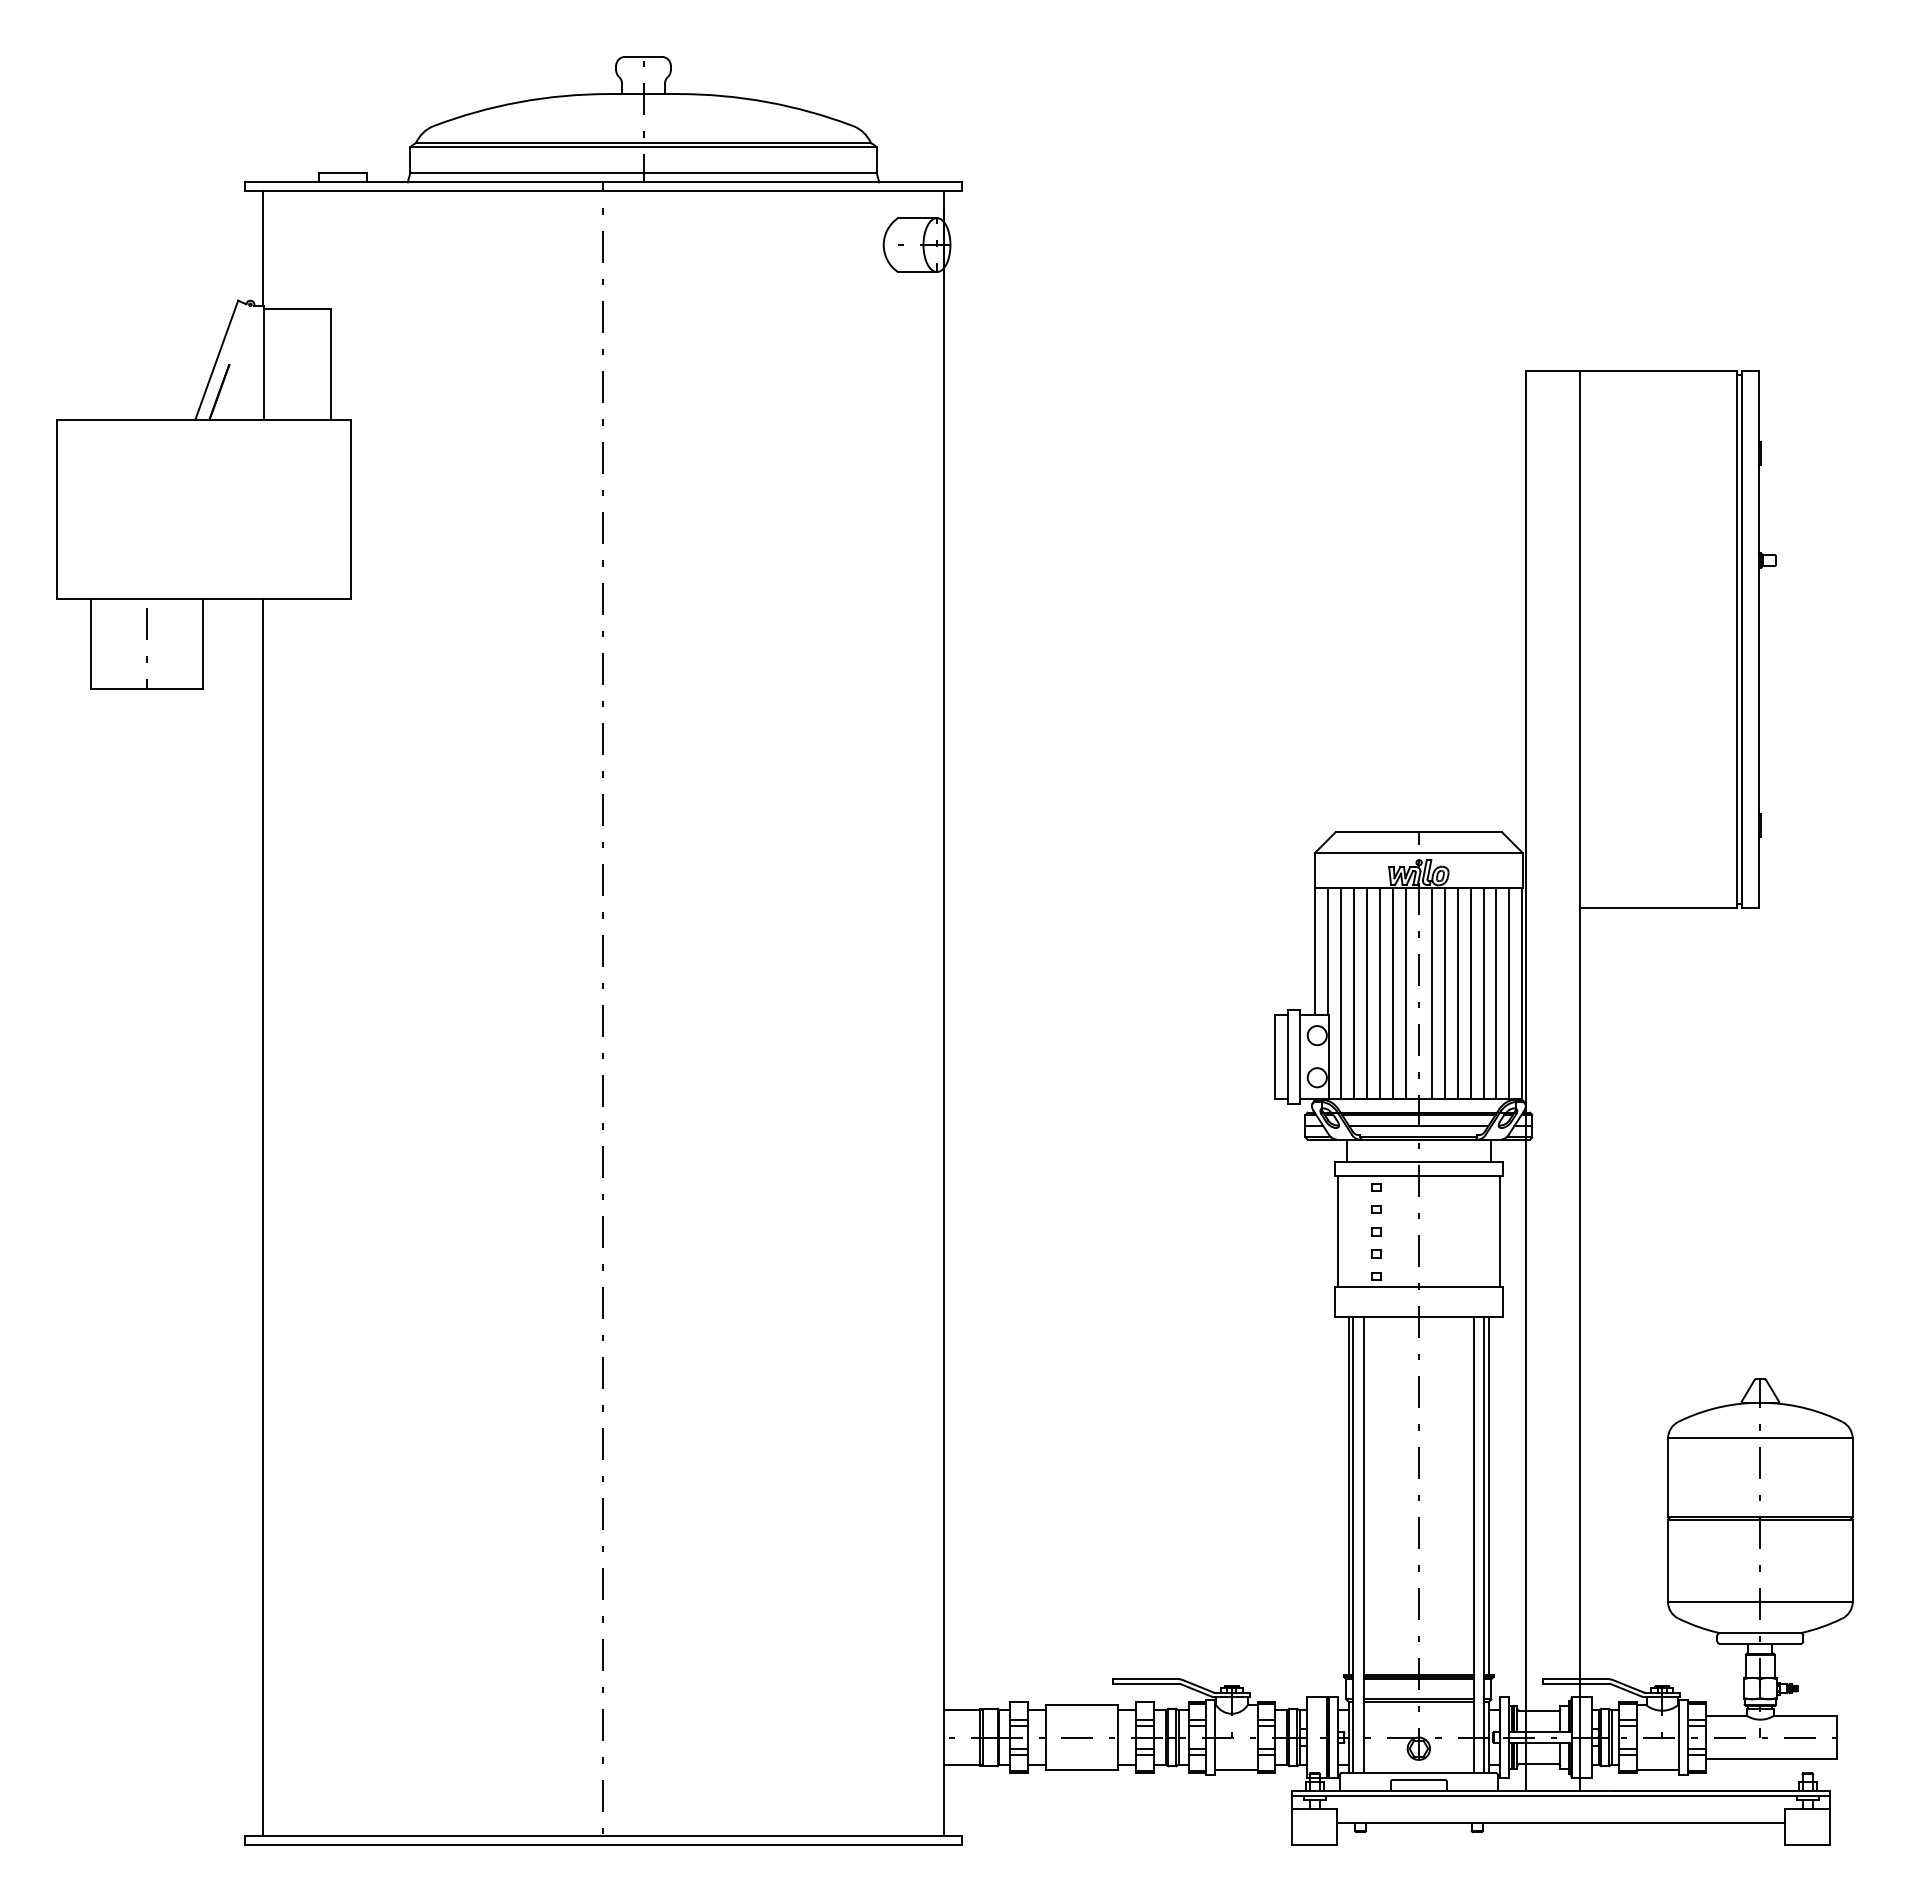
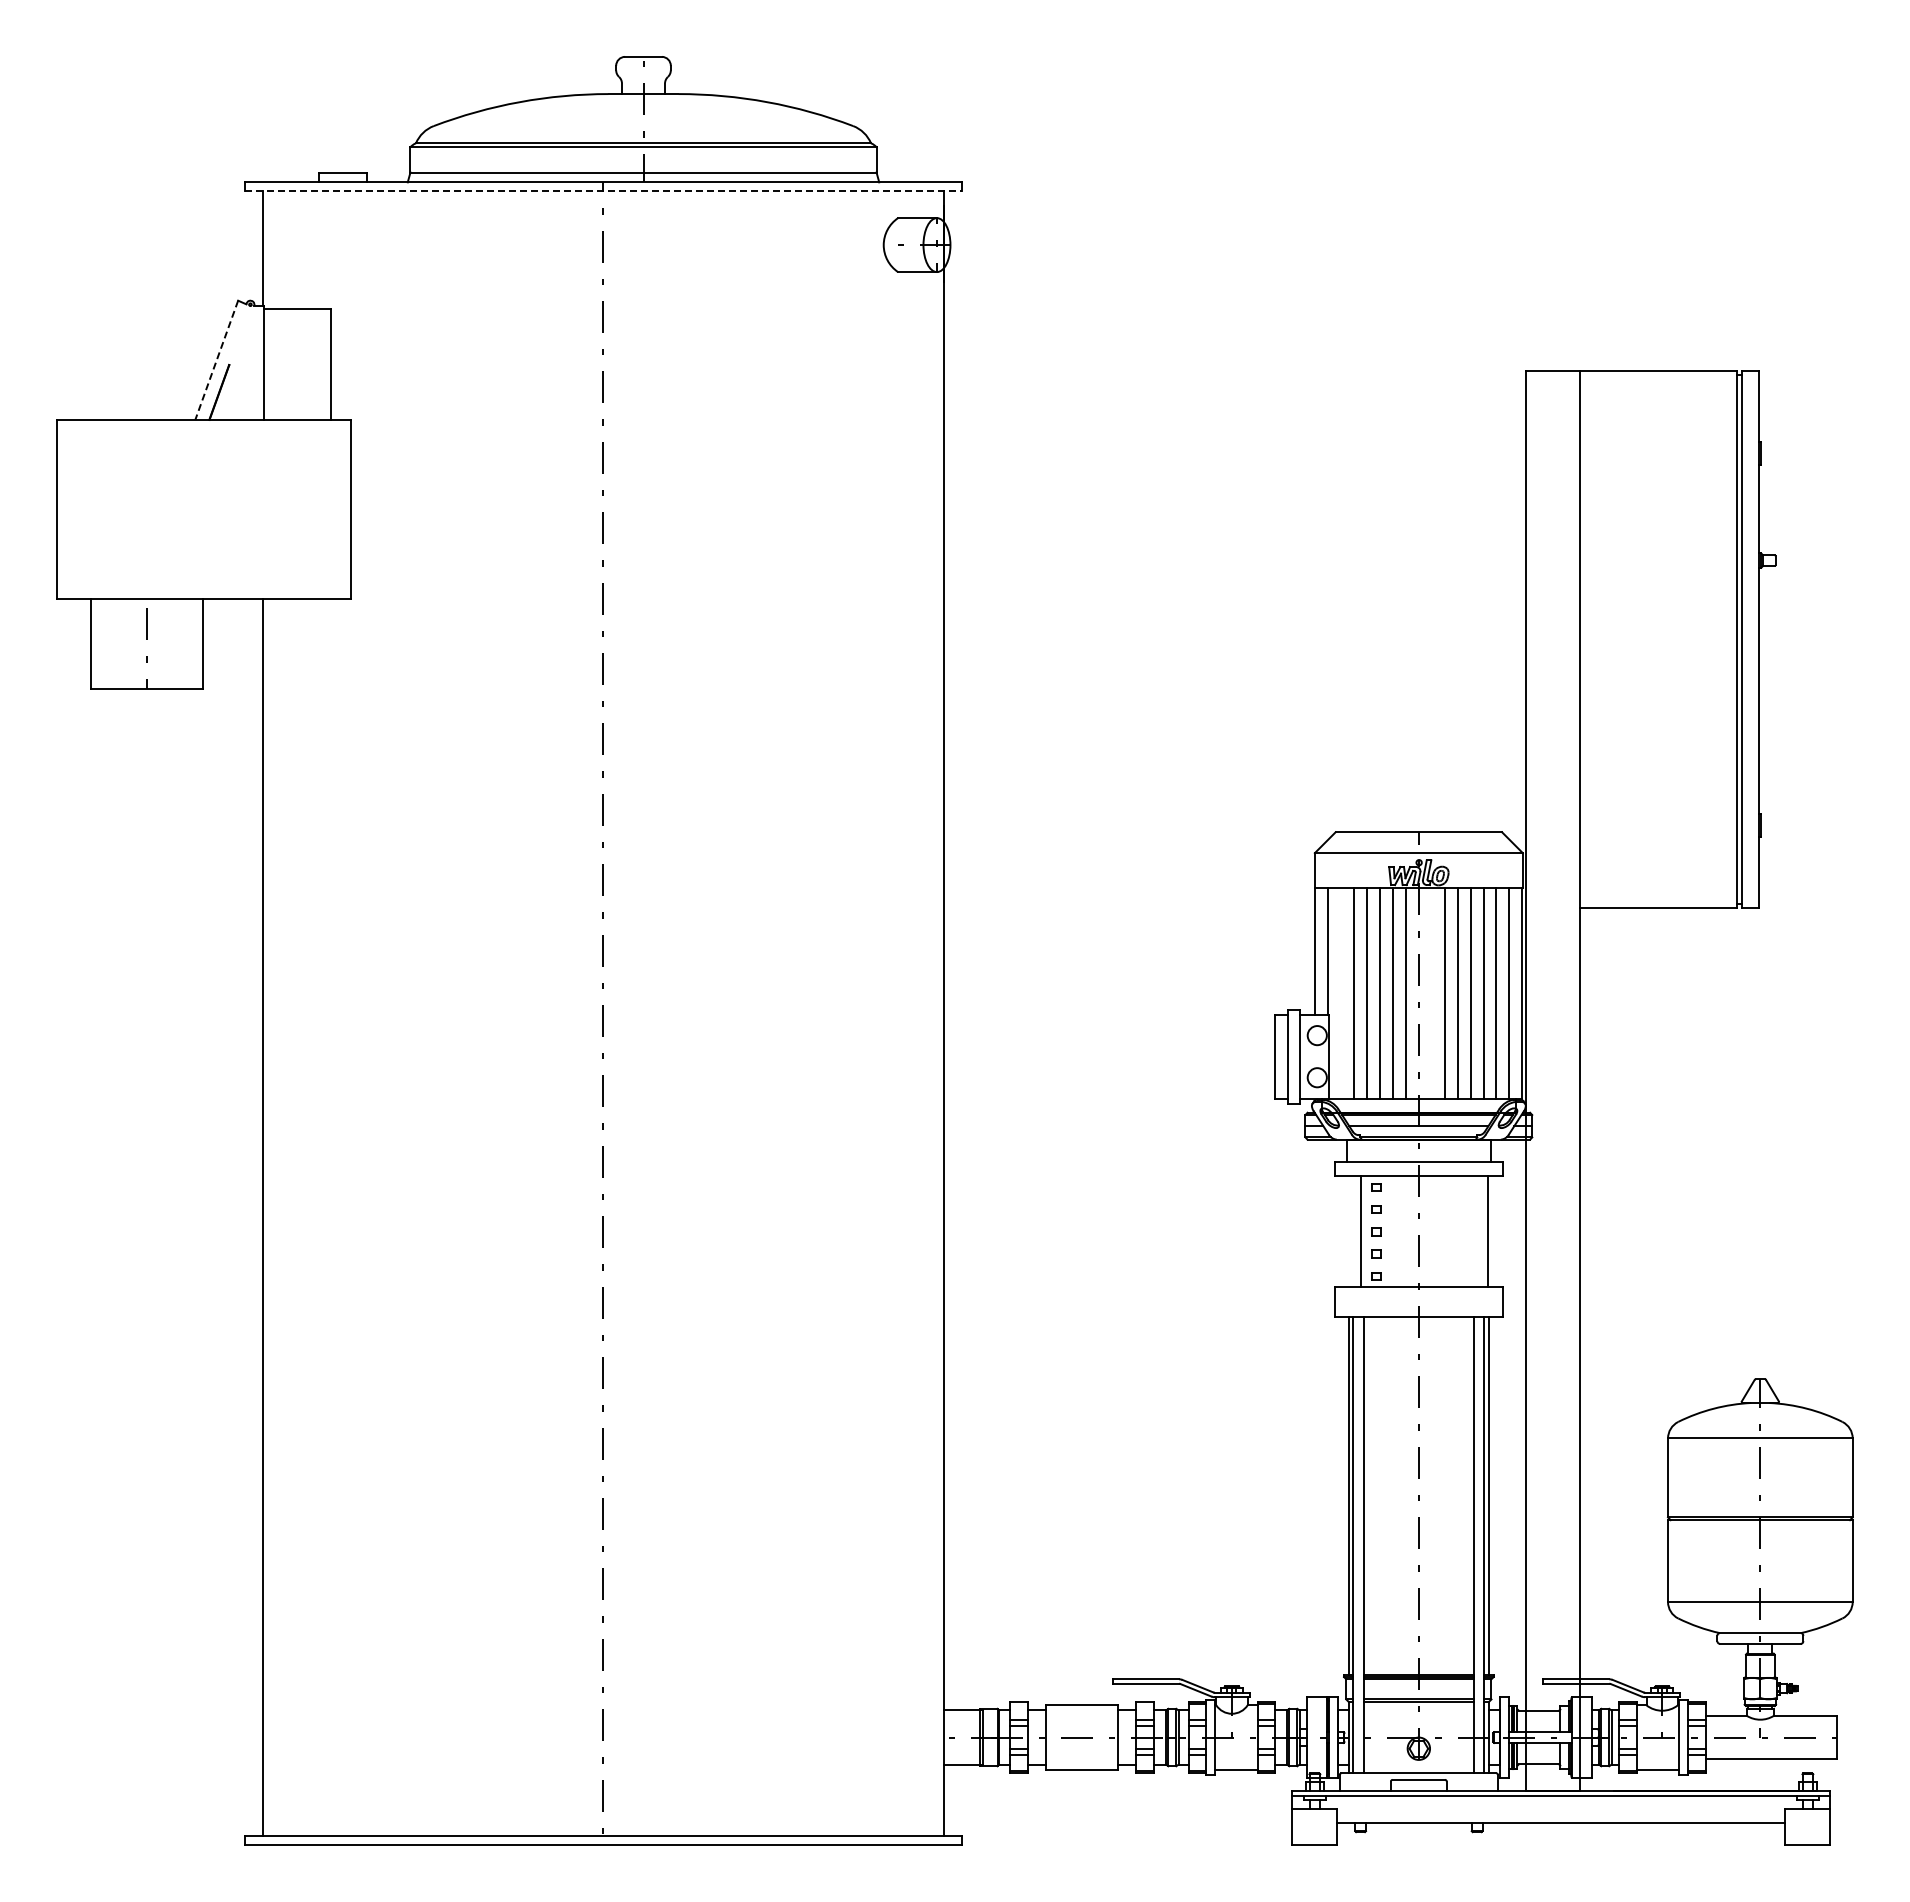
line at (603, 191): solid -> dashed
line at (216, 360): solid -> dashed
line at (1341, 993): present -> none
line at (1431, 993): present -> none
line at (1337, 1231) position: (1337, 1231) -> (1360, 1231)
line at (1500, 1231) position: (1500, 1231) -> (1488, 1231)
